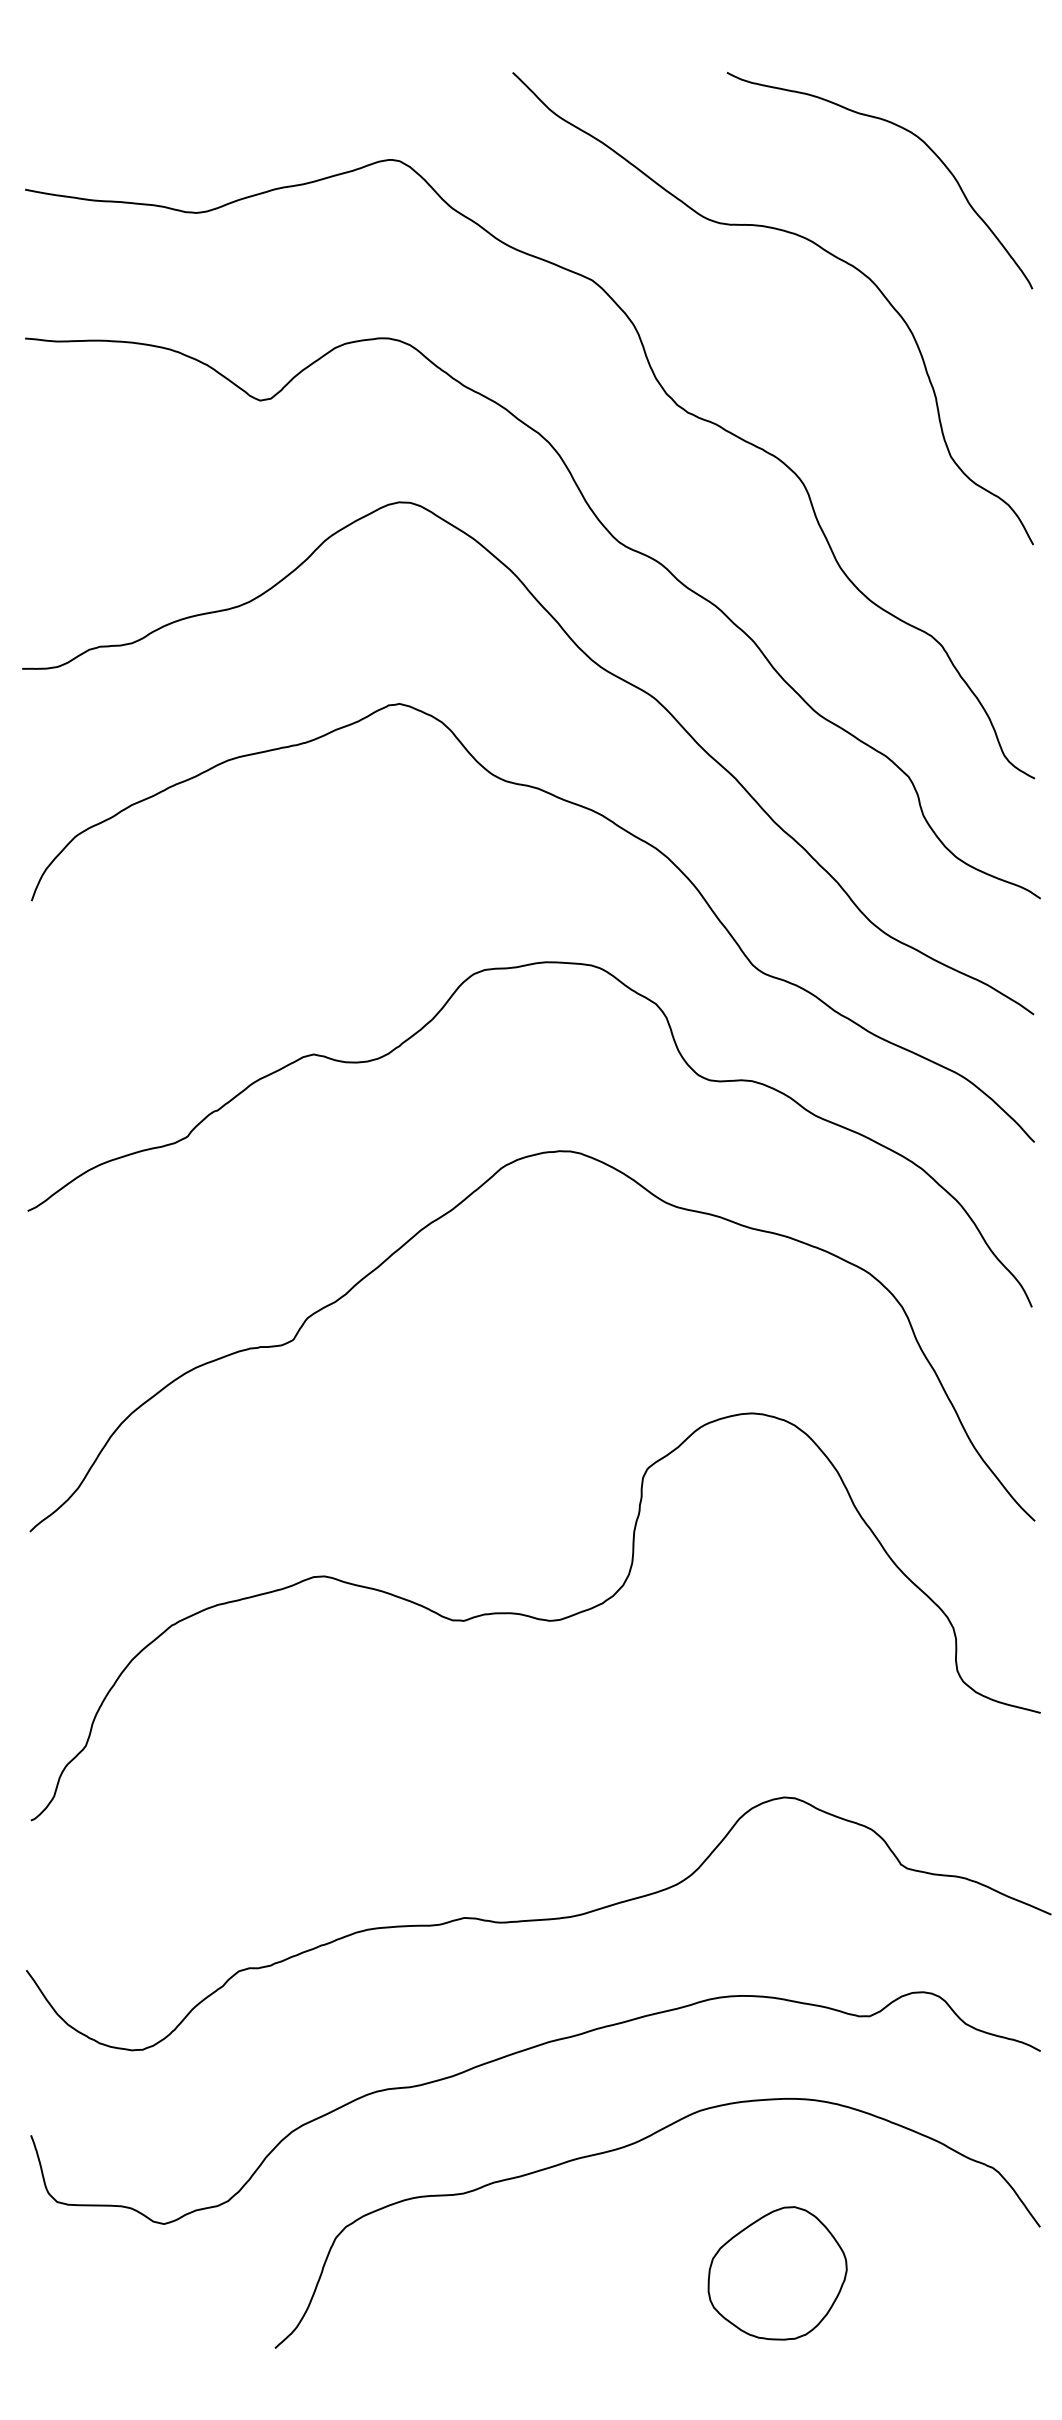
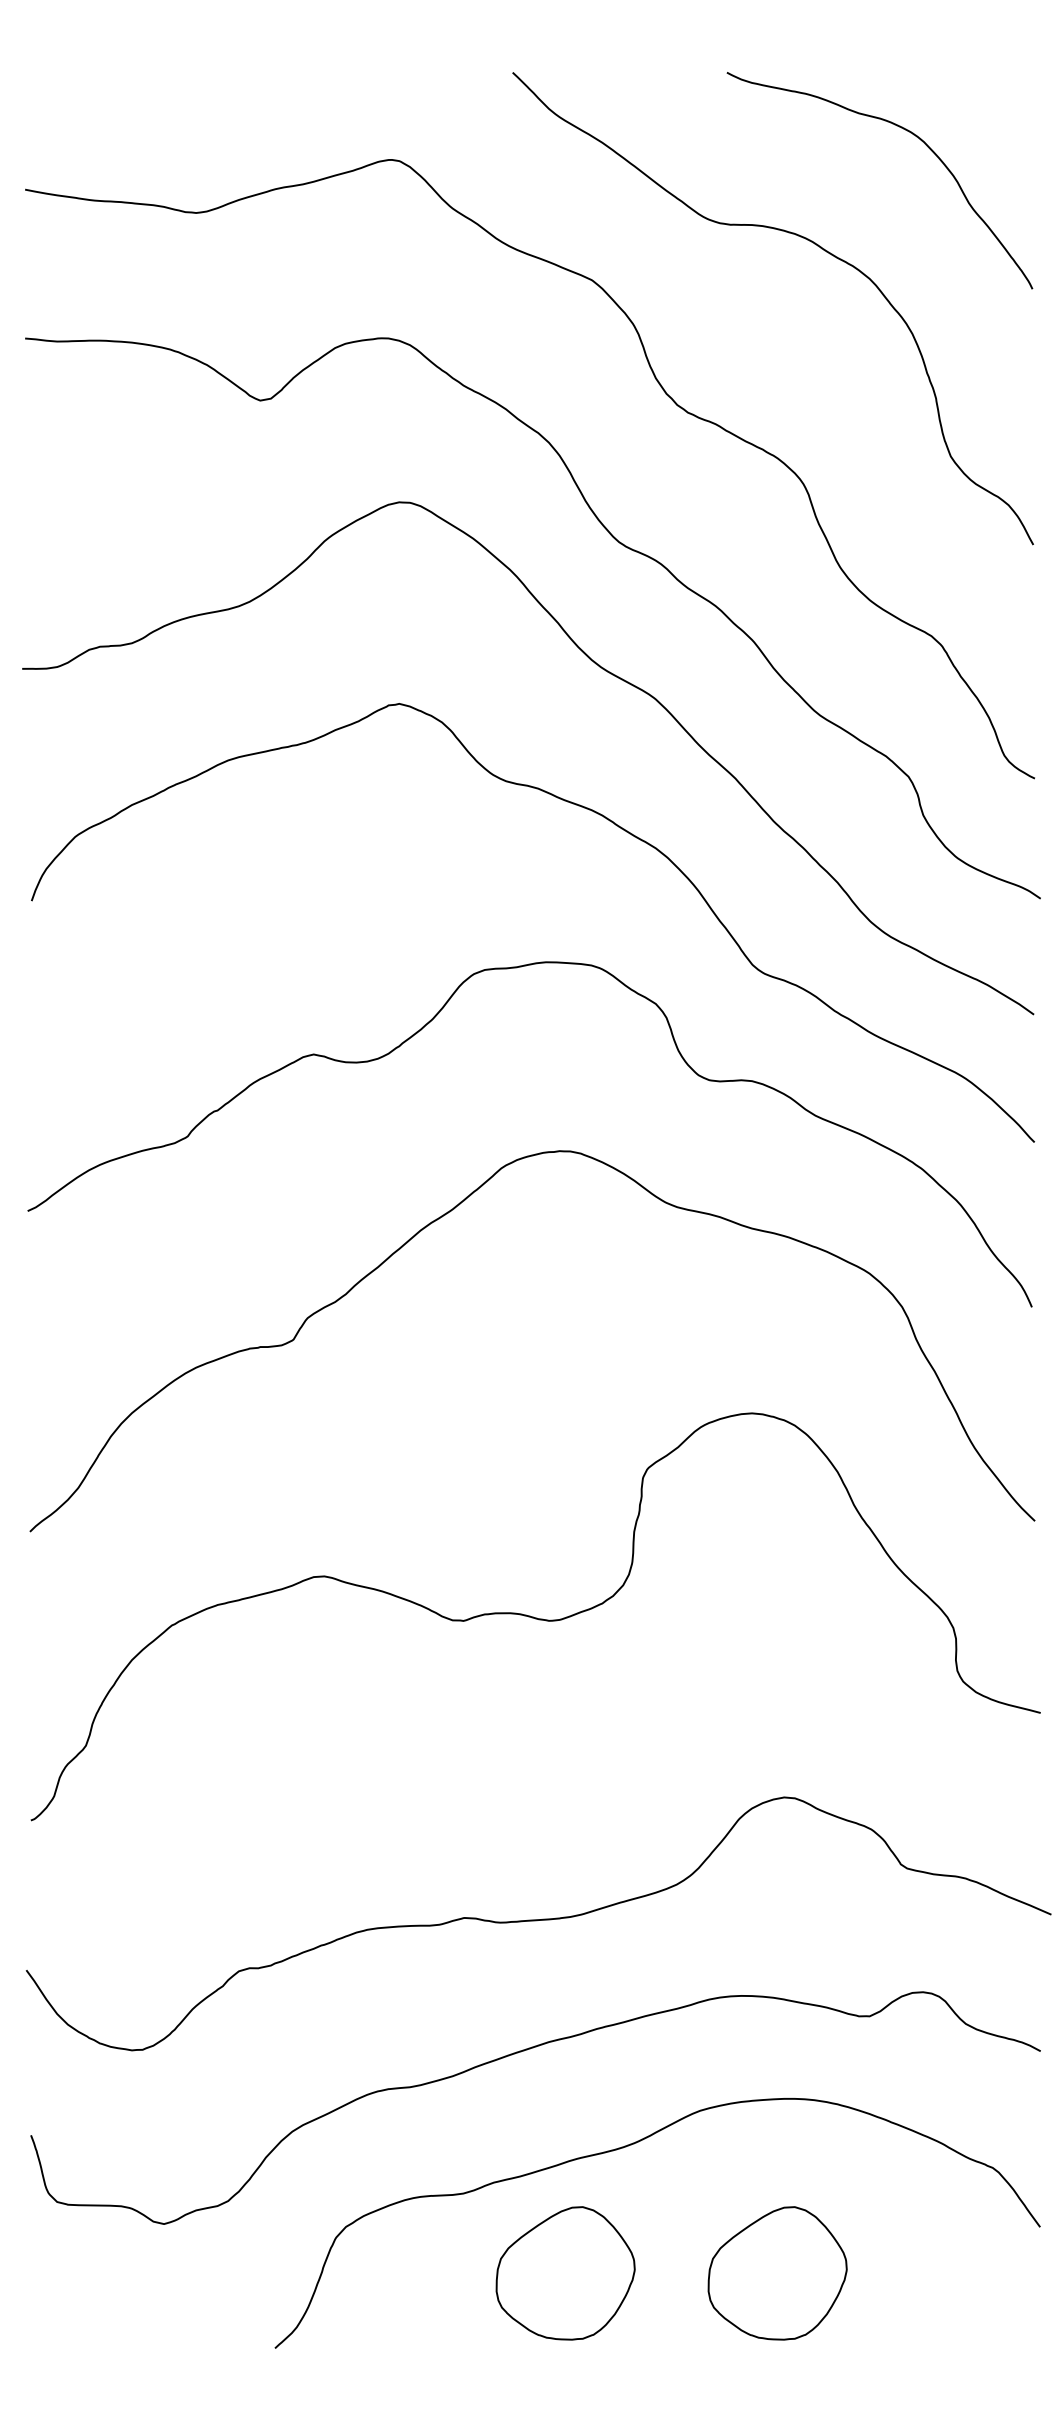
part at (565, 2273): none -> present
